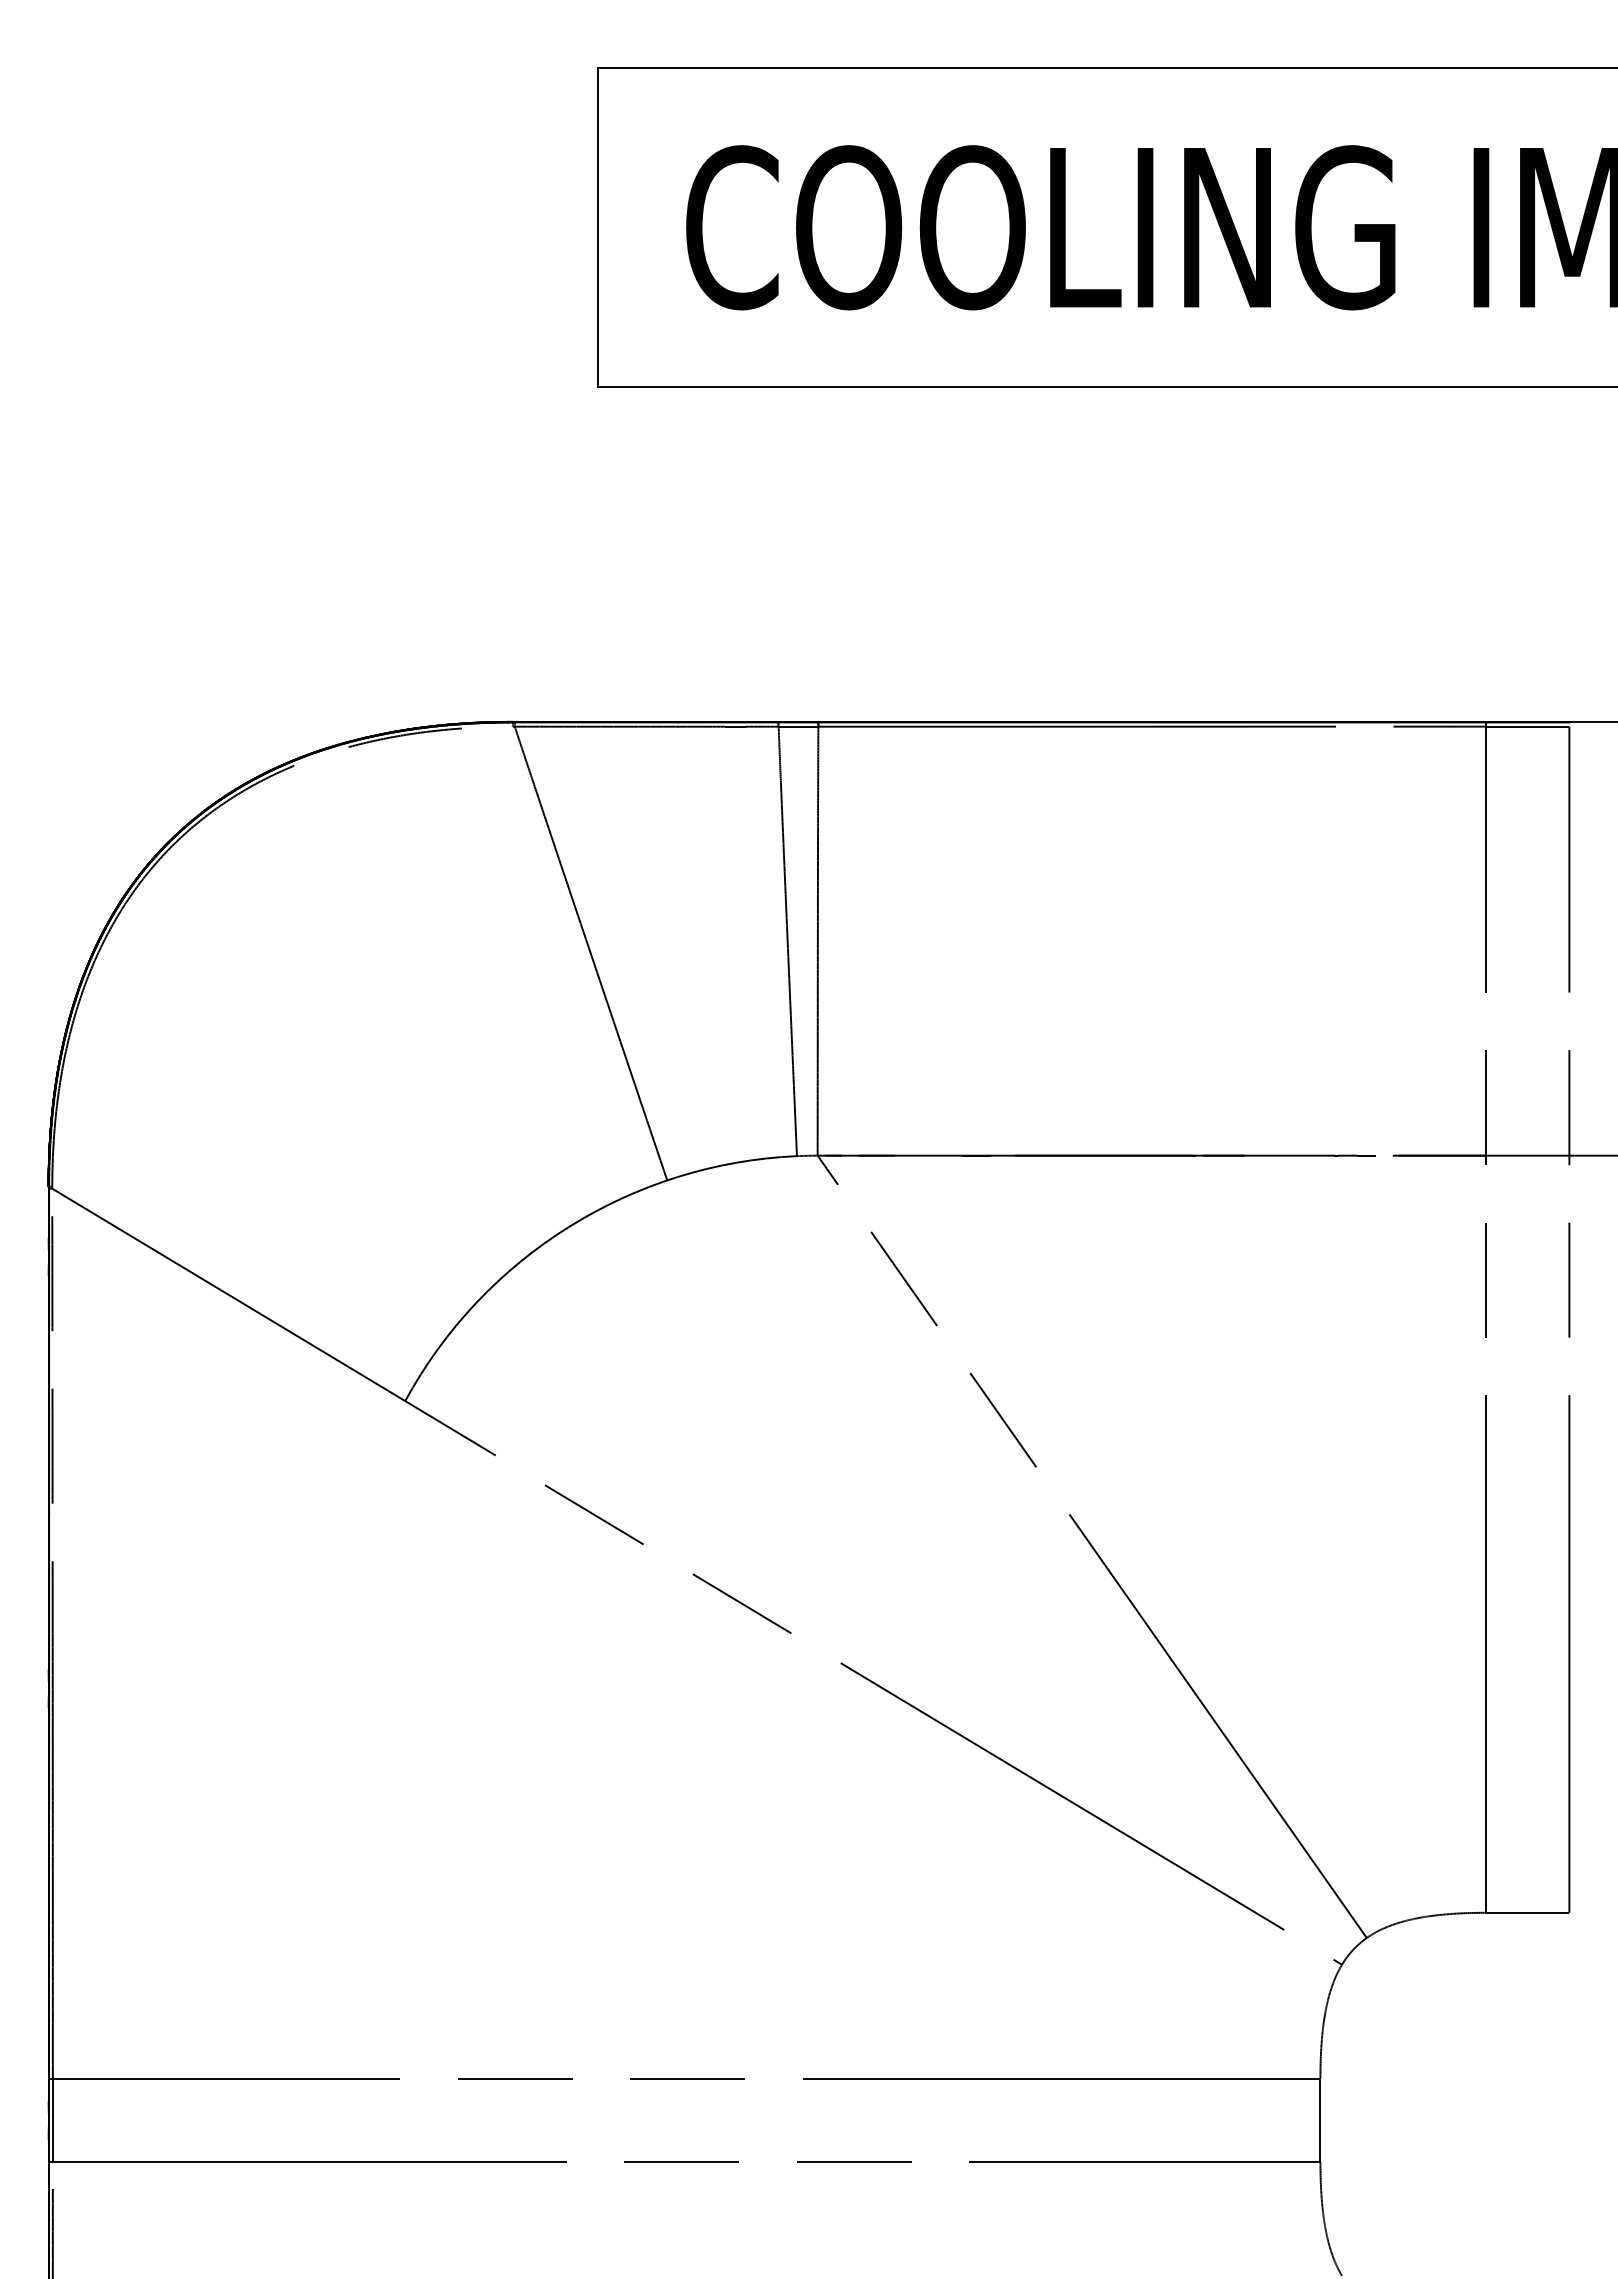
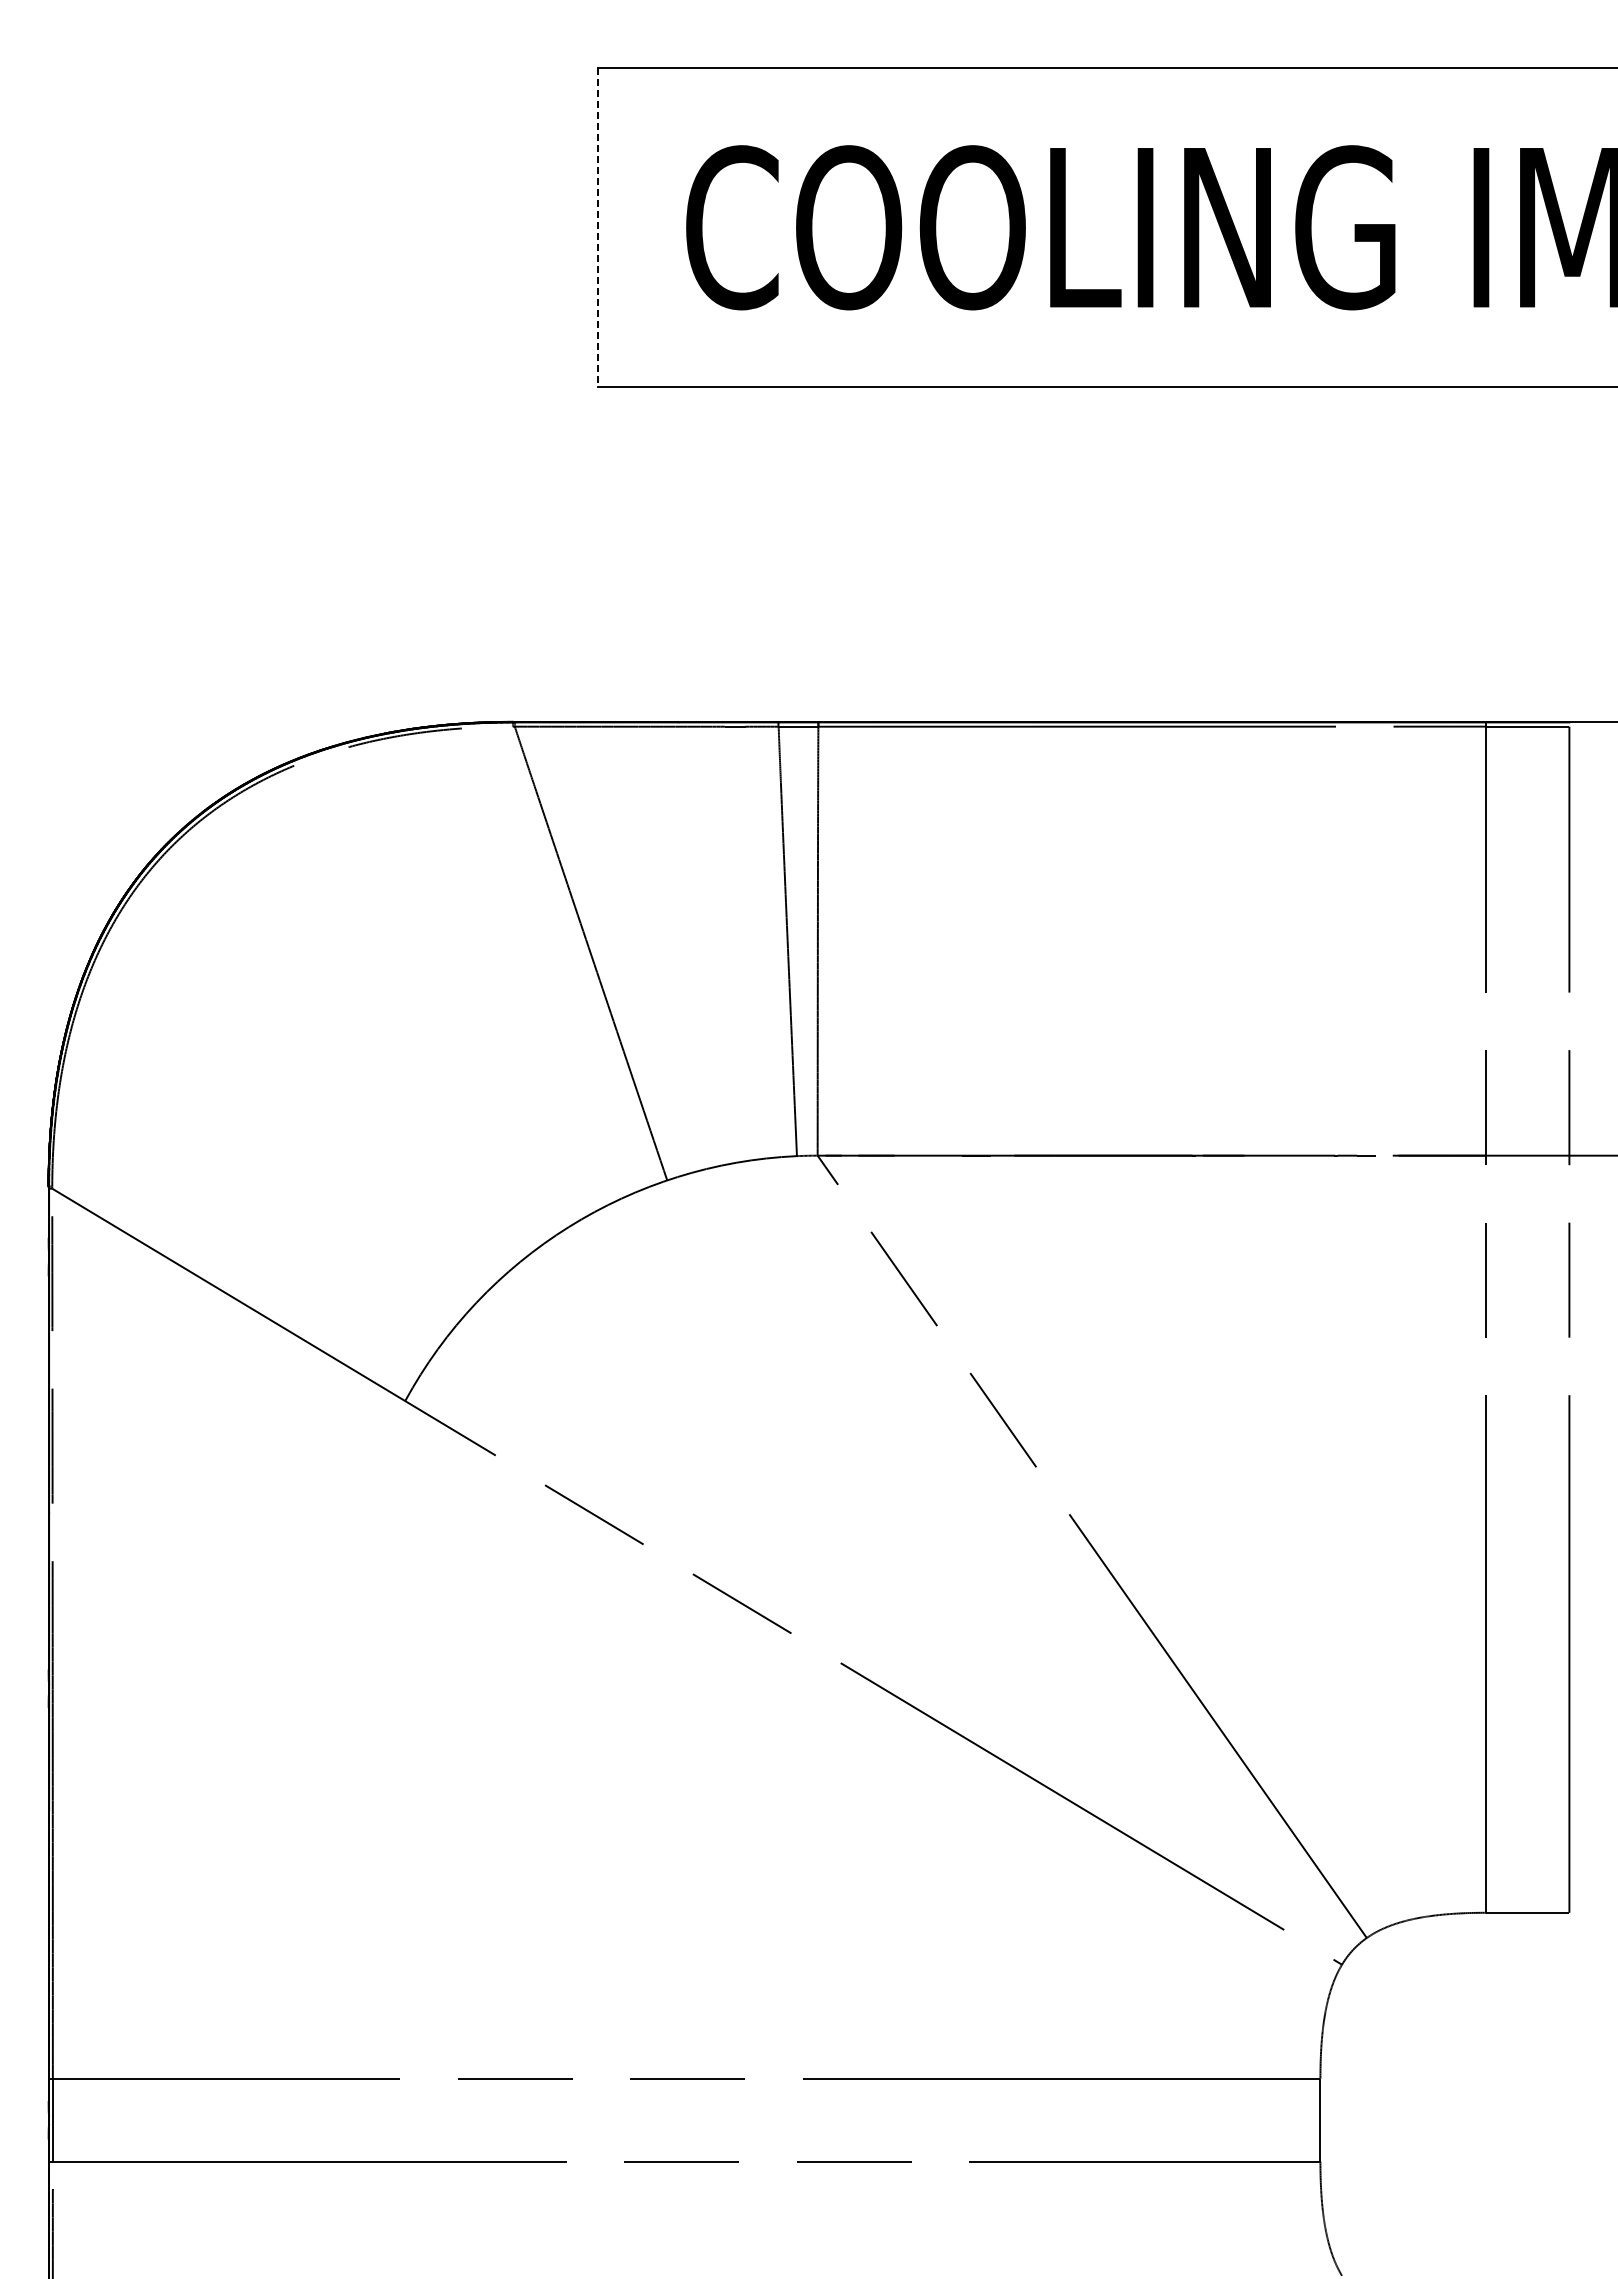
line at (597, 228): solid -> dashed
